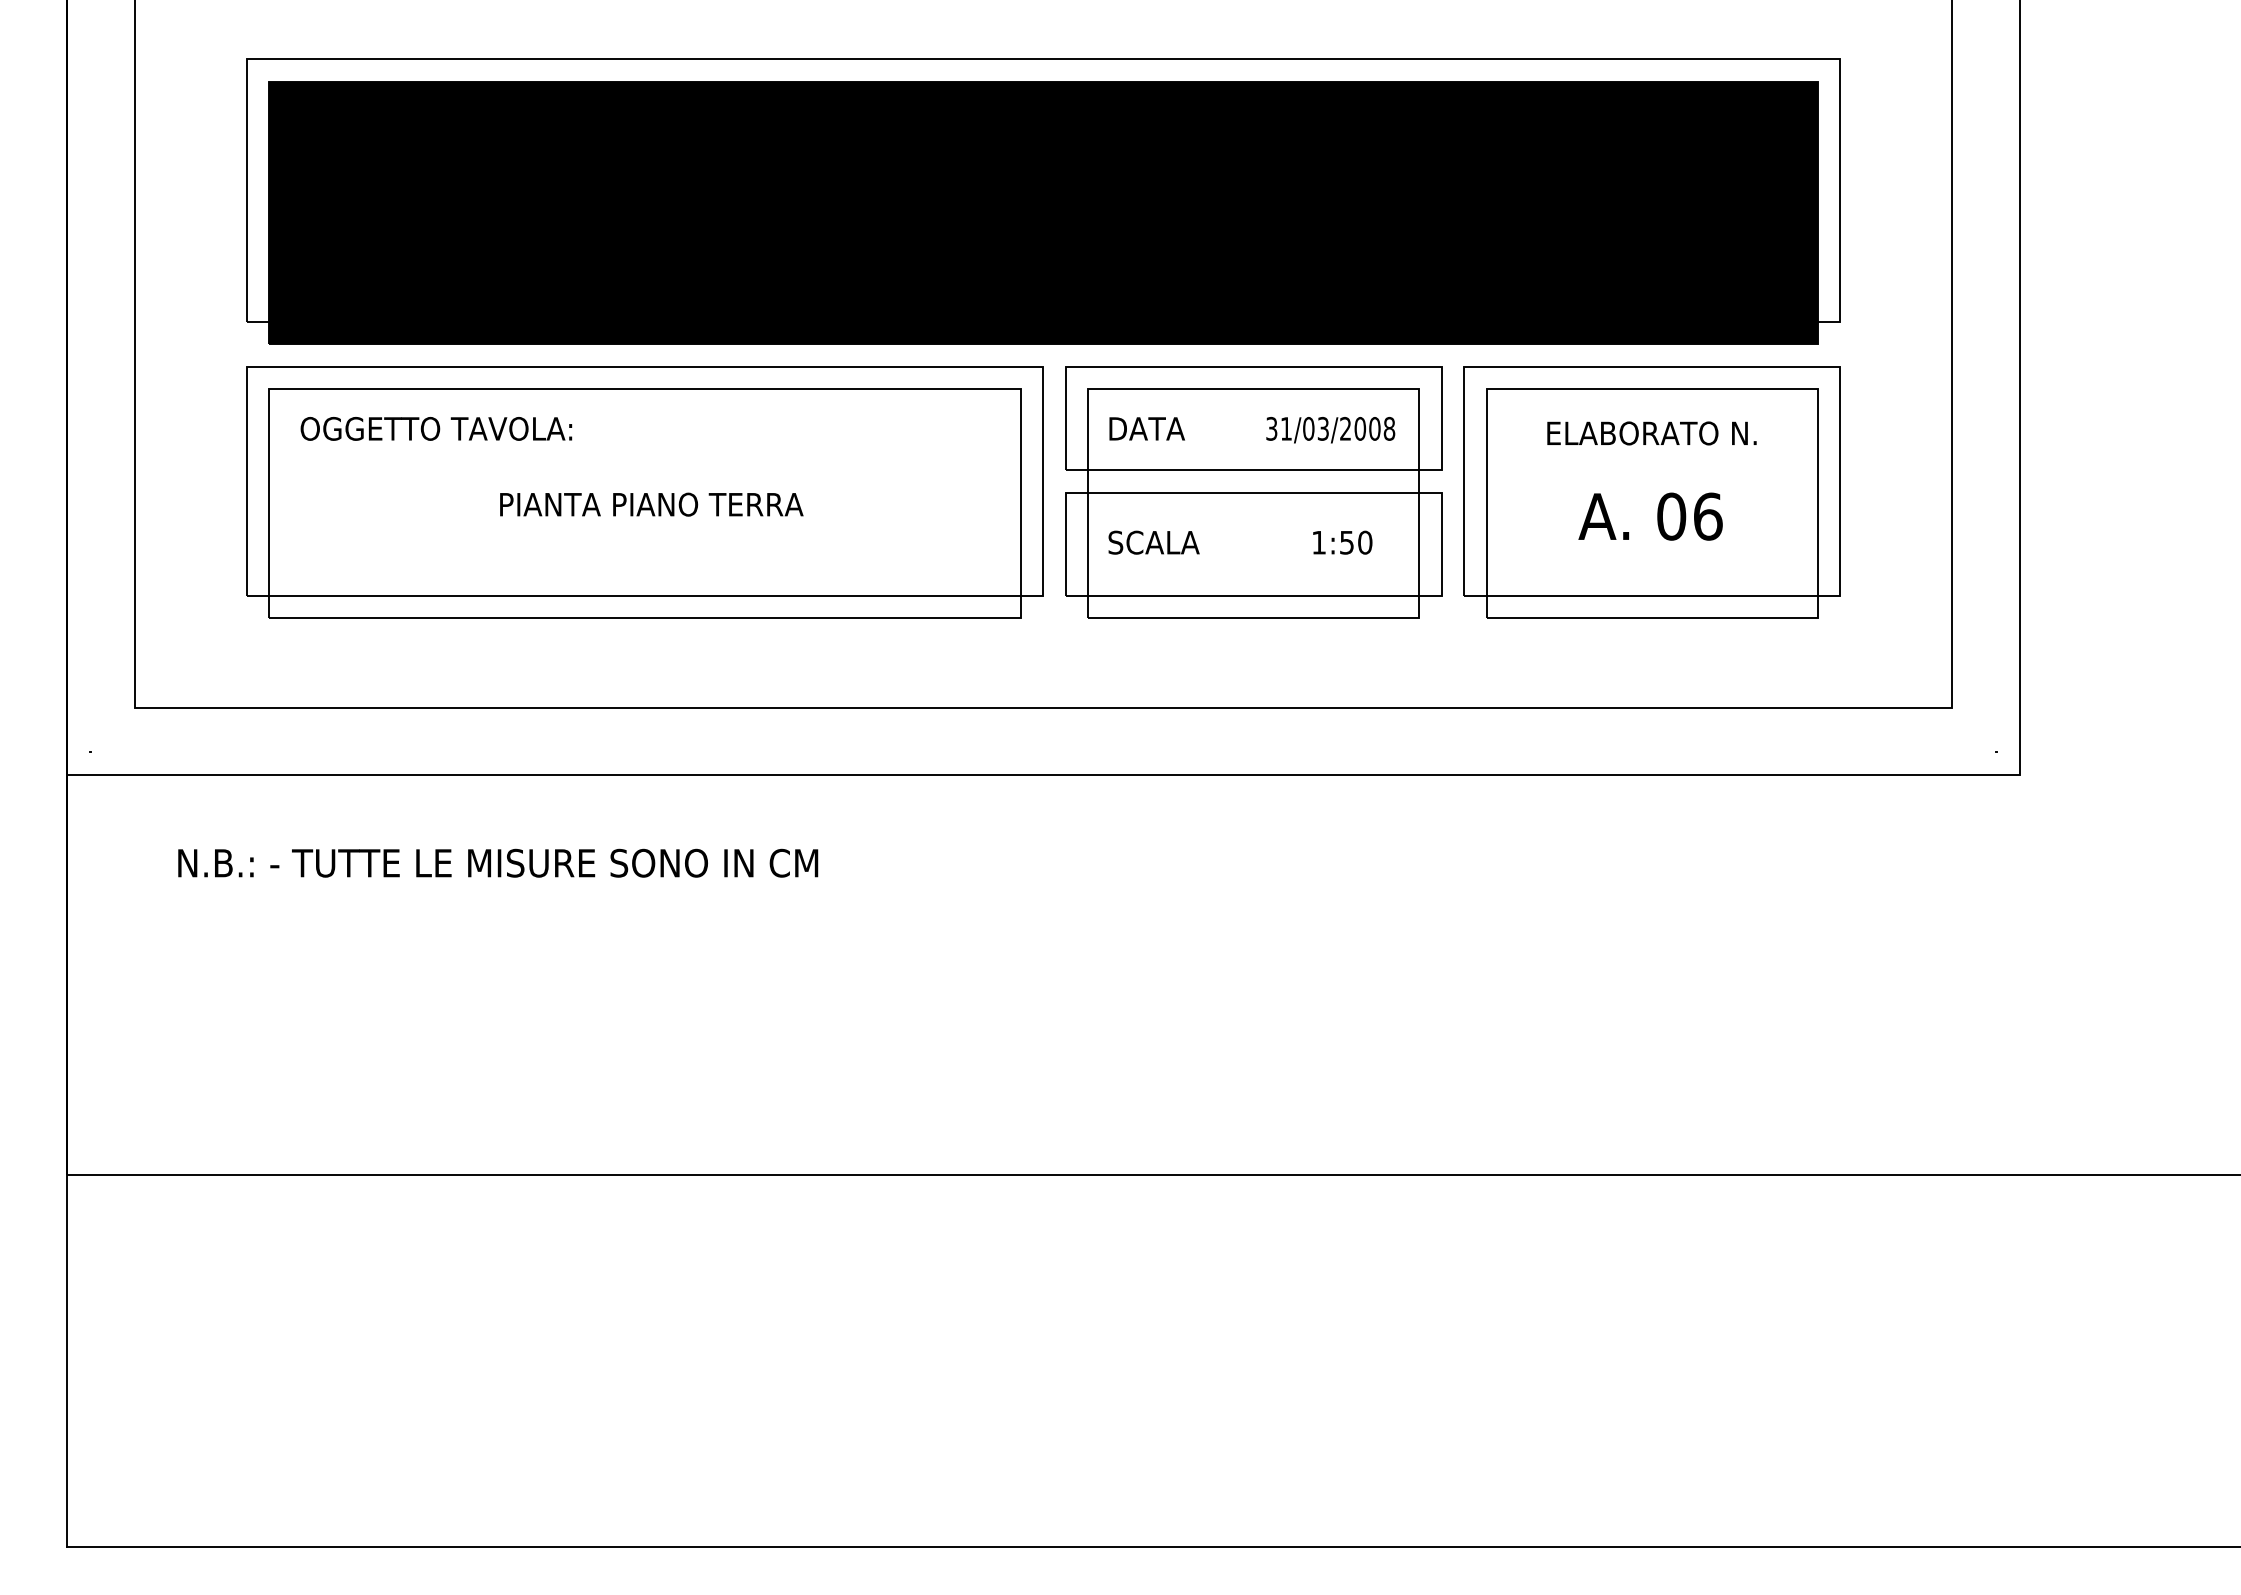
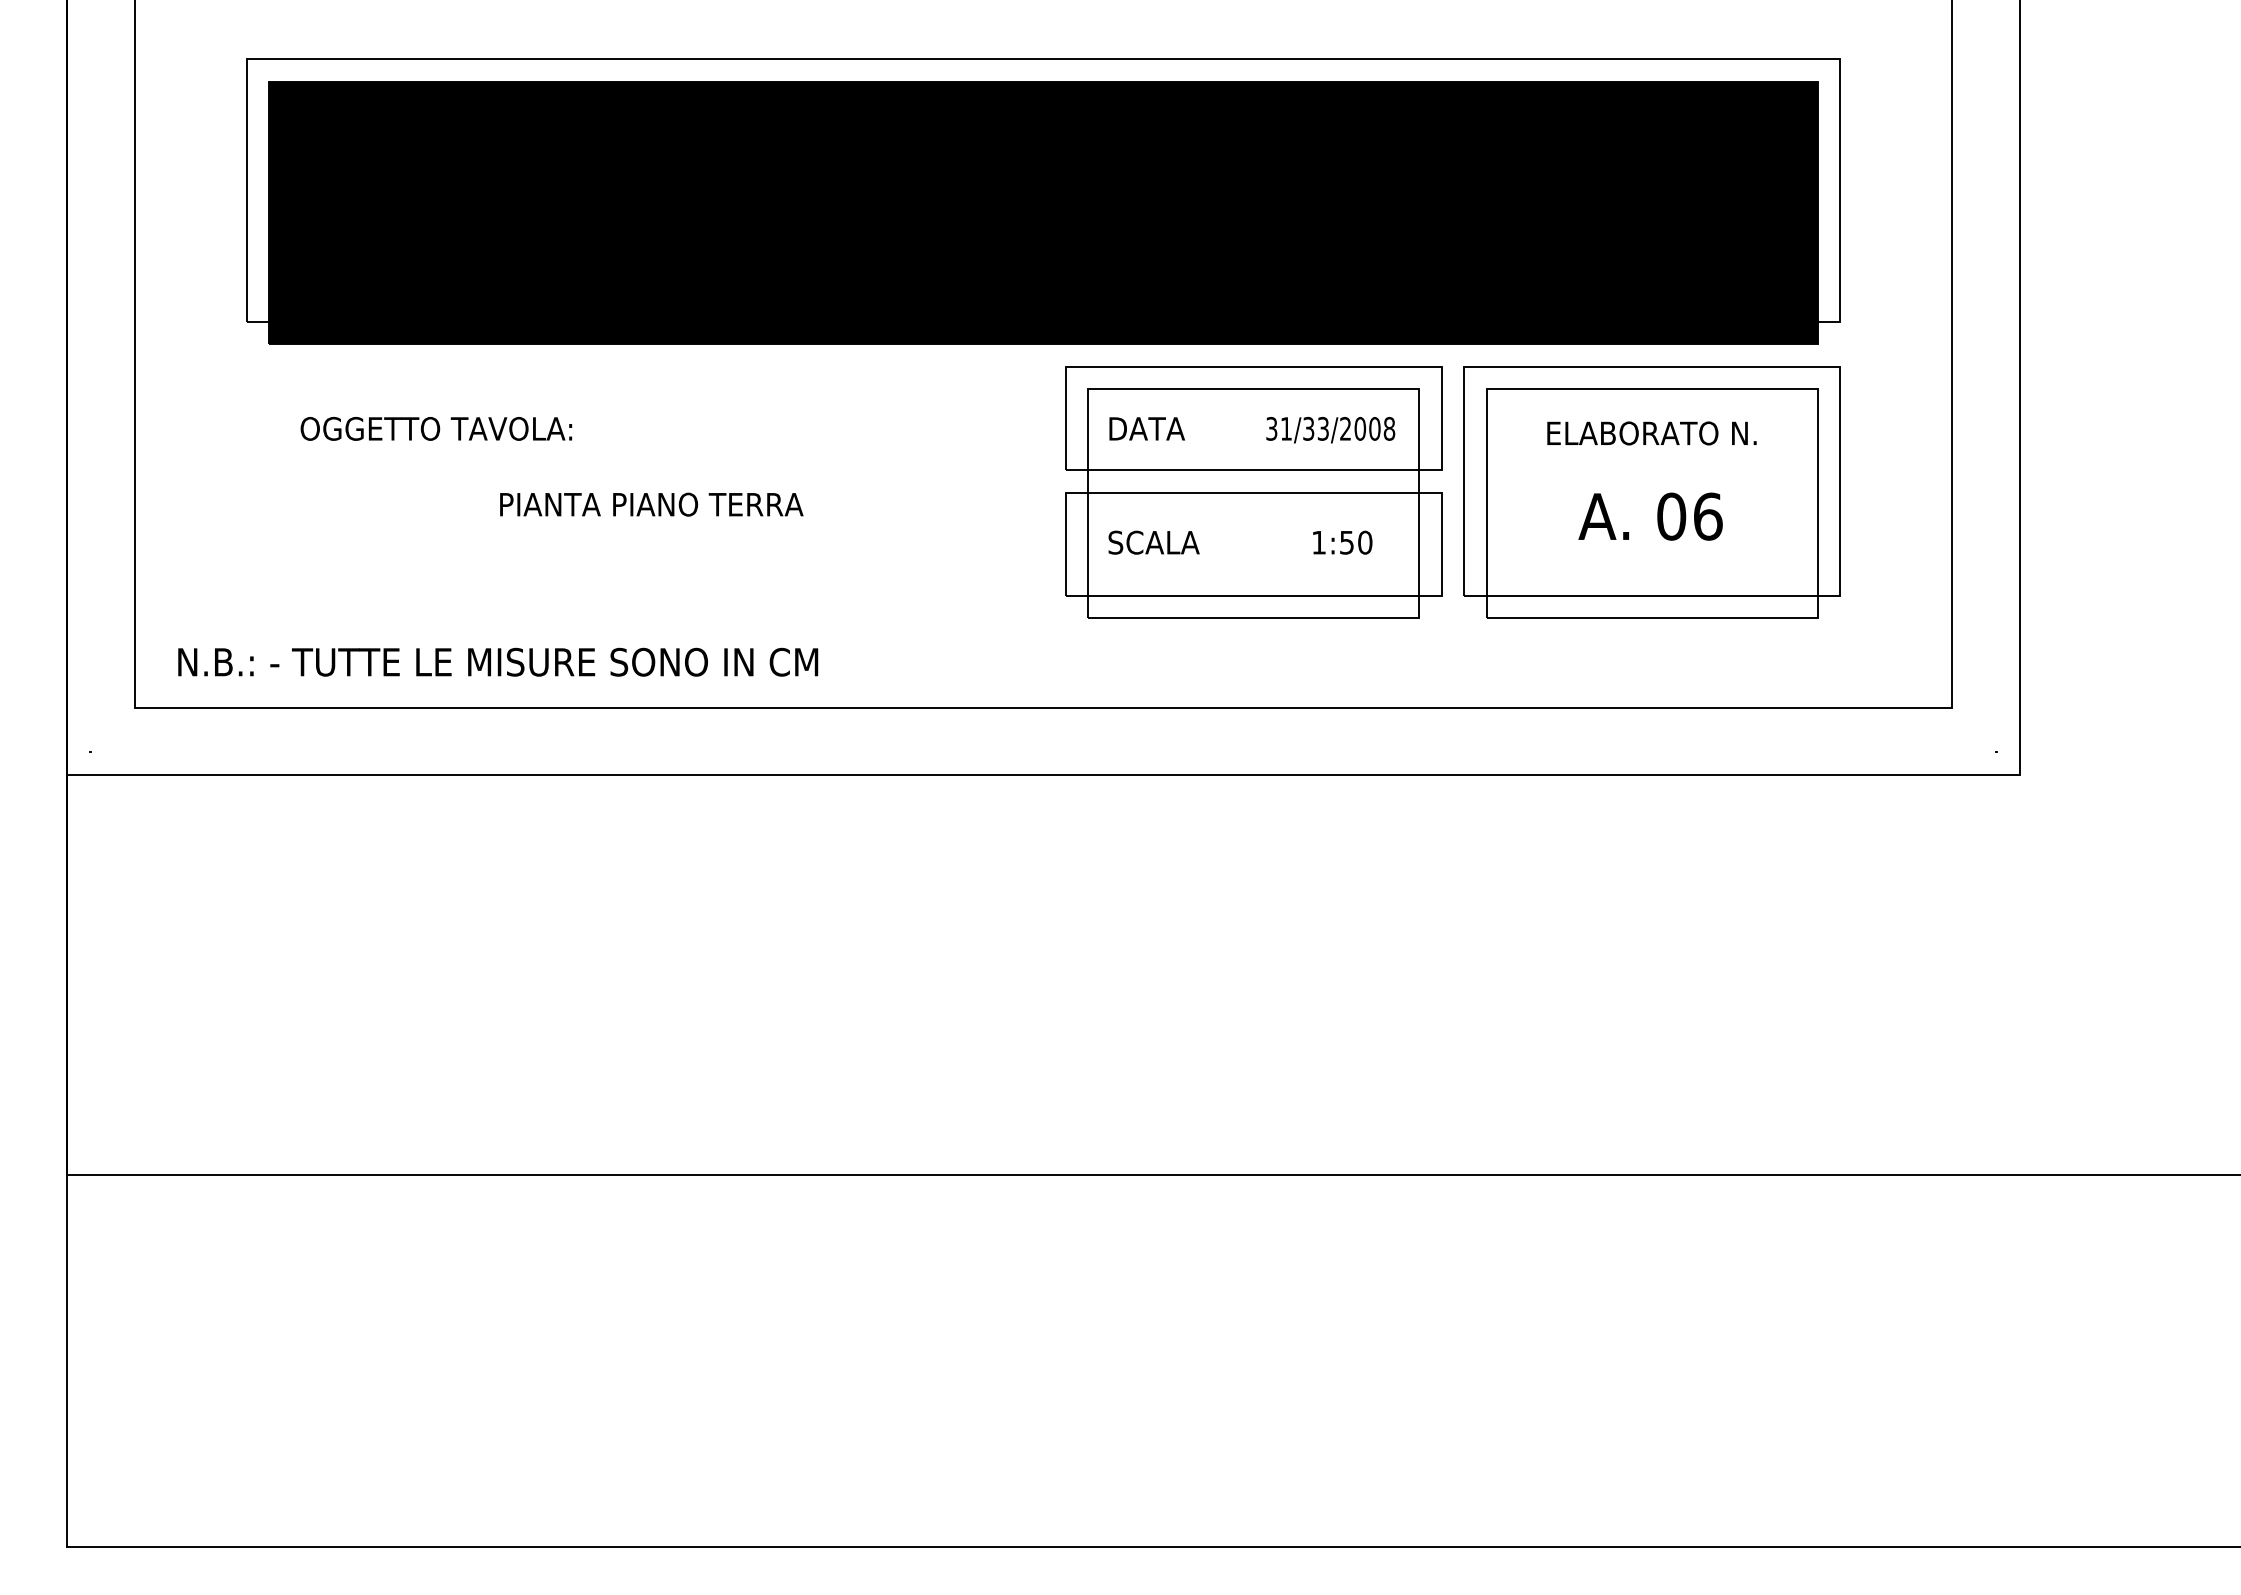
text at (1308, 428): 31/03/2008 -> 31/33/2008
part at (644, 492): present -> none
text at (498, 862) position: (498, 862) -> (498, 661)
